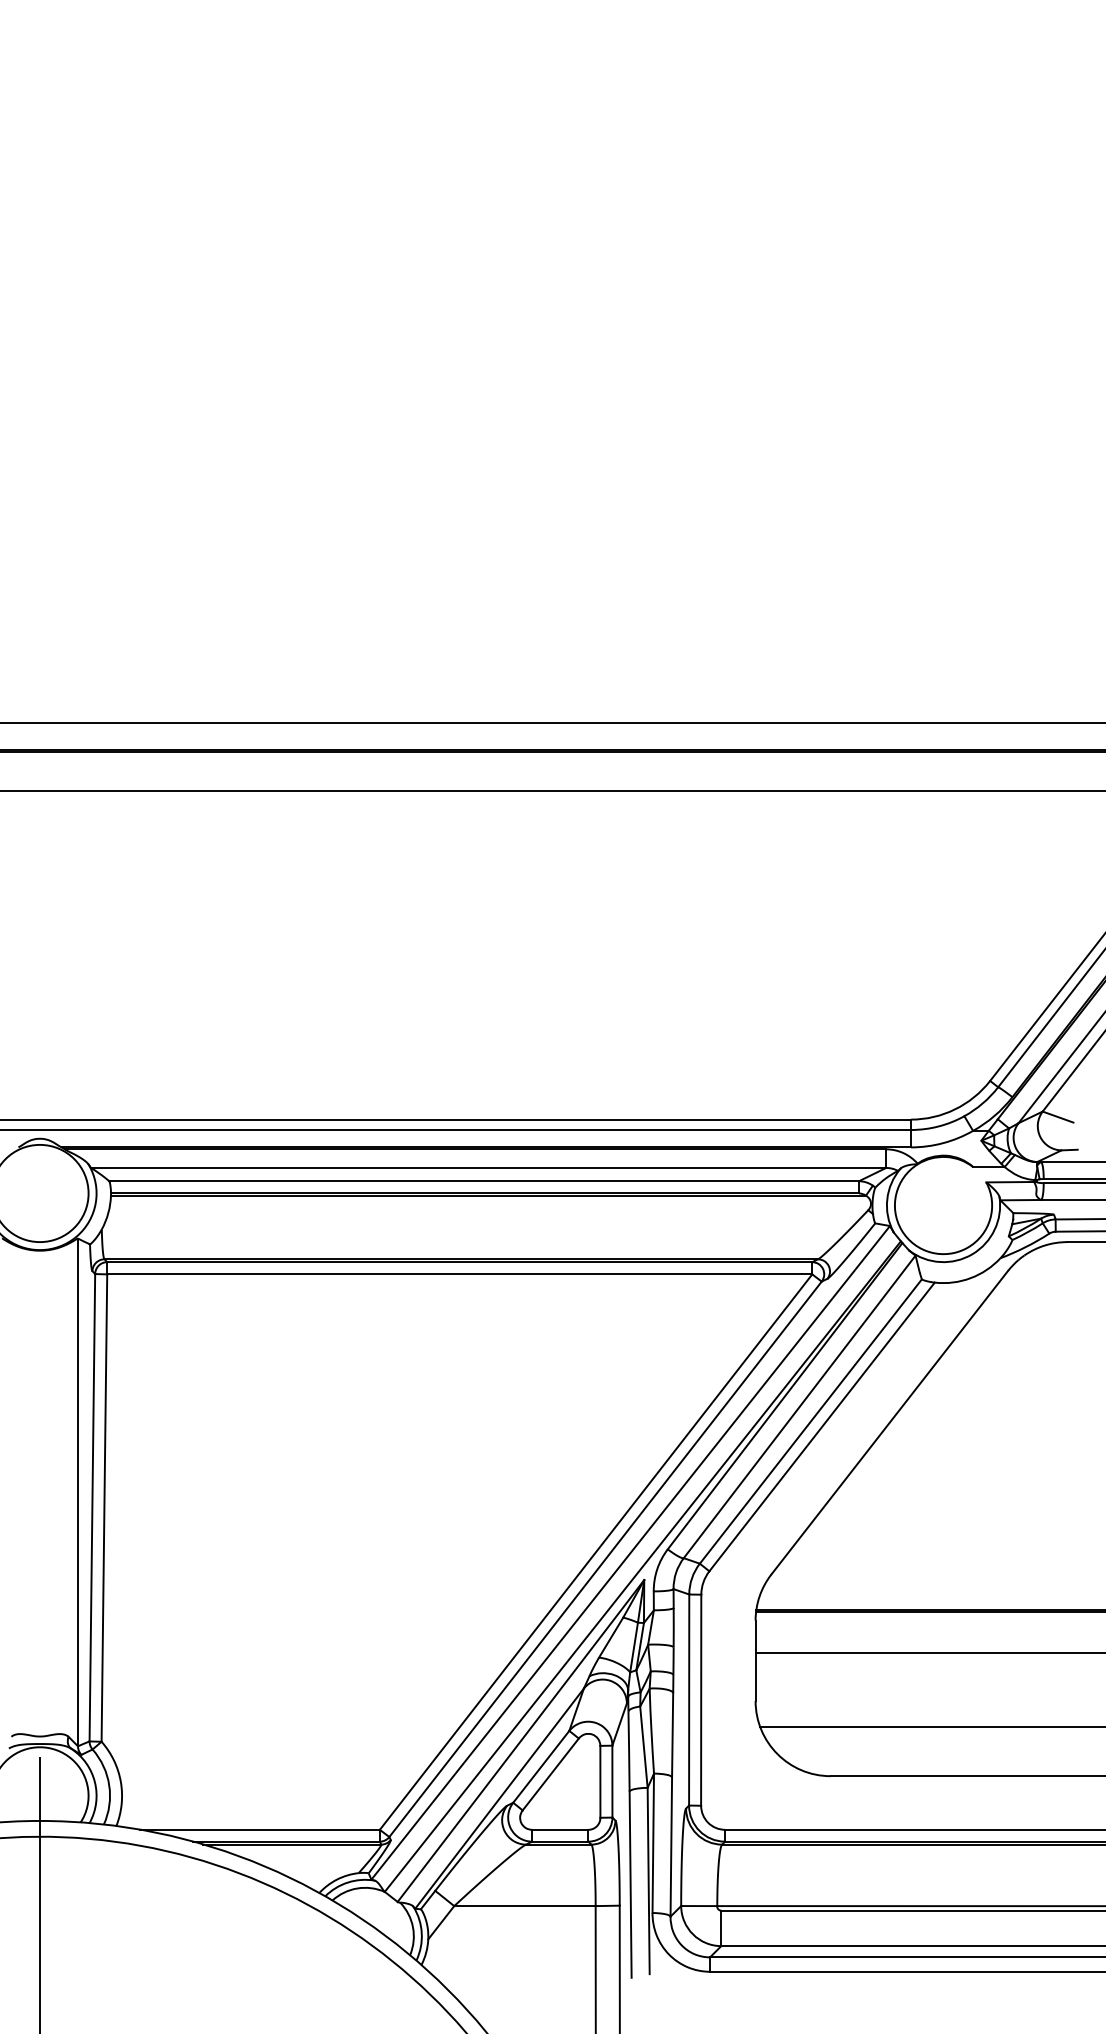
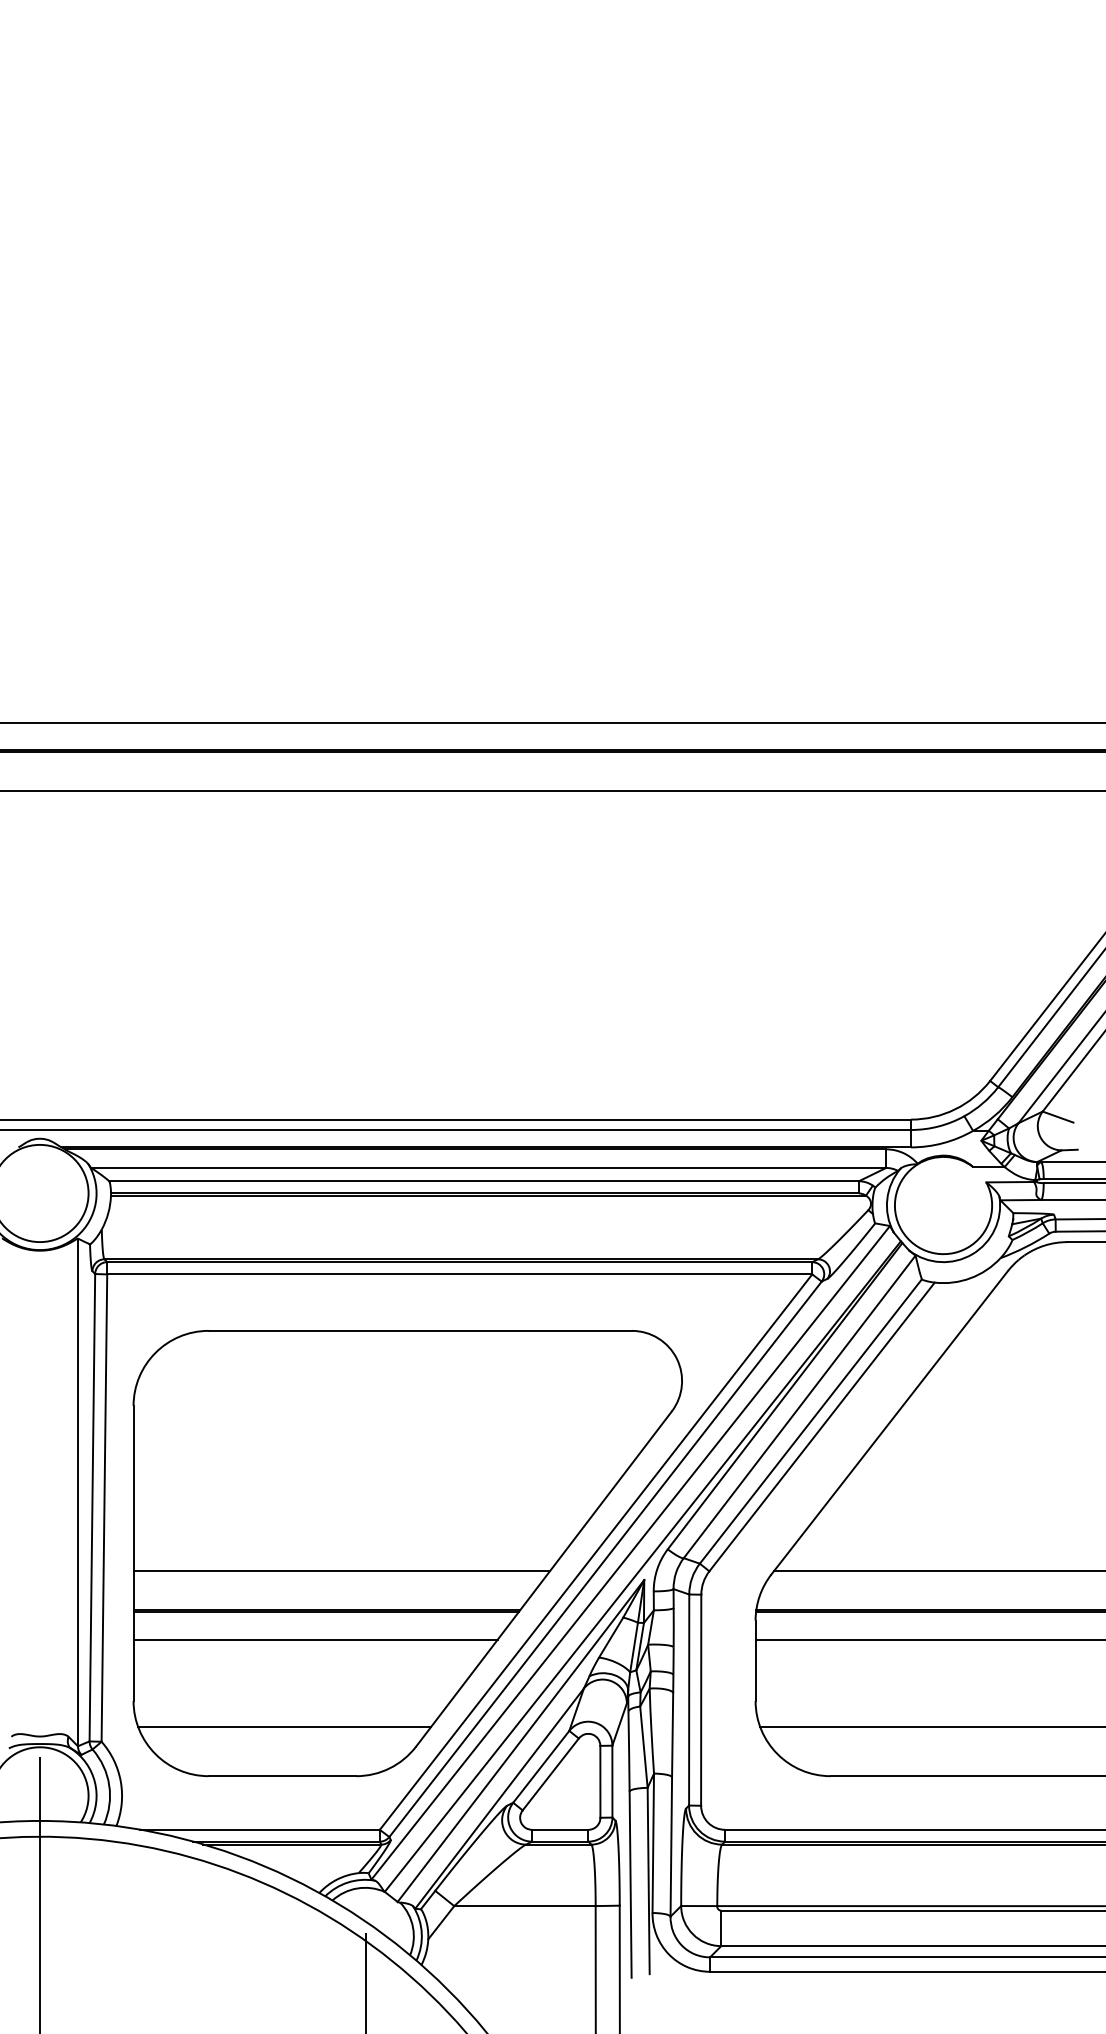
part at (407, 1553): none -> present
line at (938, 1570): none -> present
line at (928, 1652) position: (928, 1652) -> (928, 1639)
line at (366, 1981): none -> present
